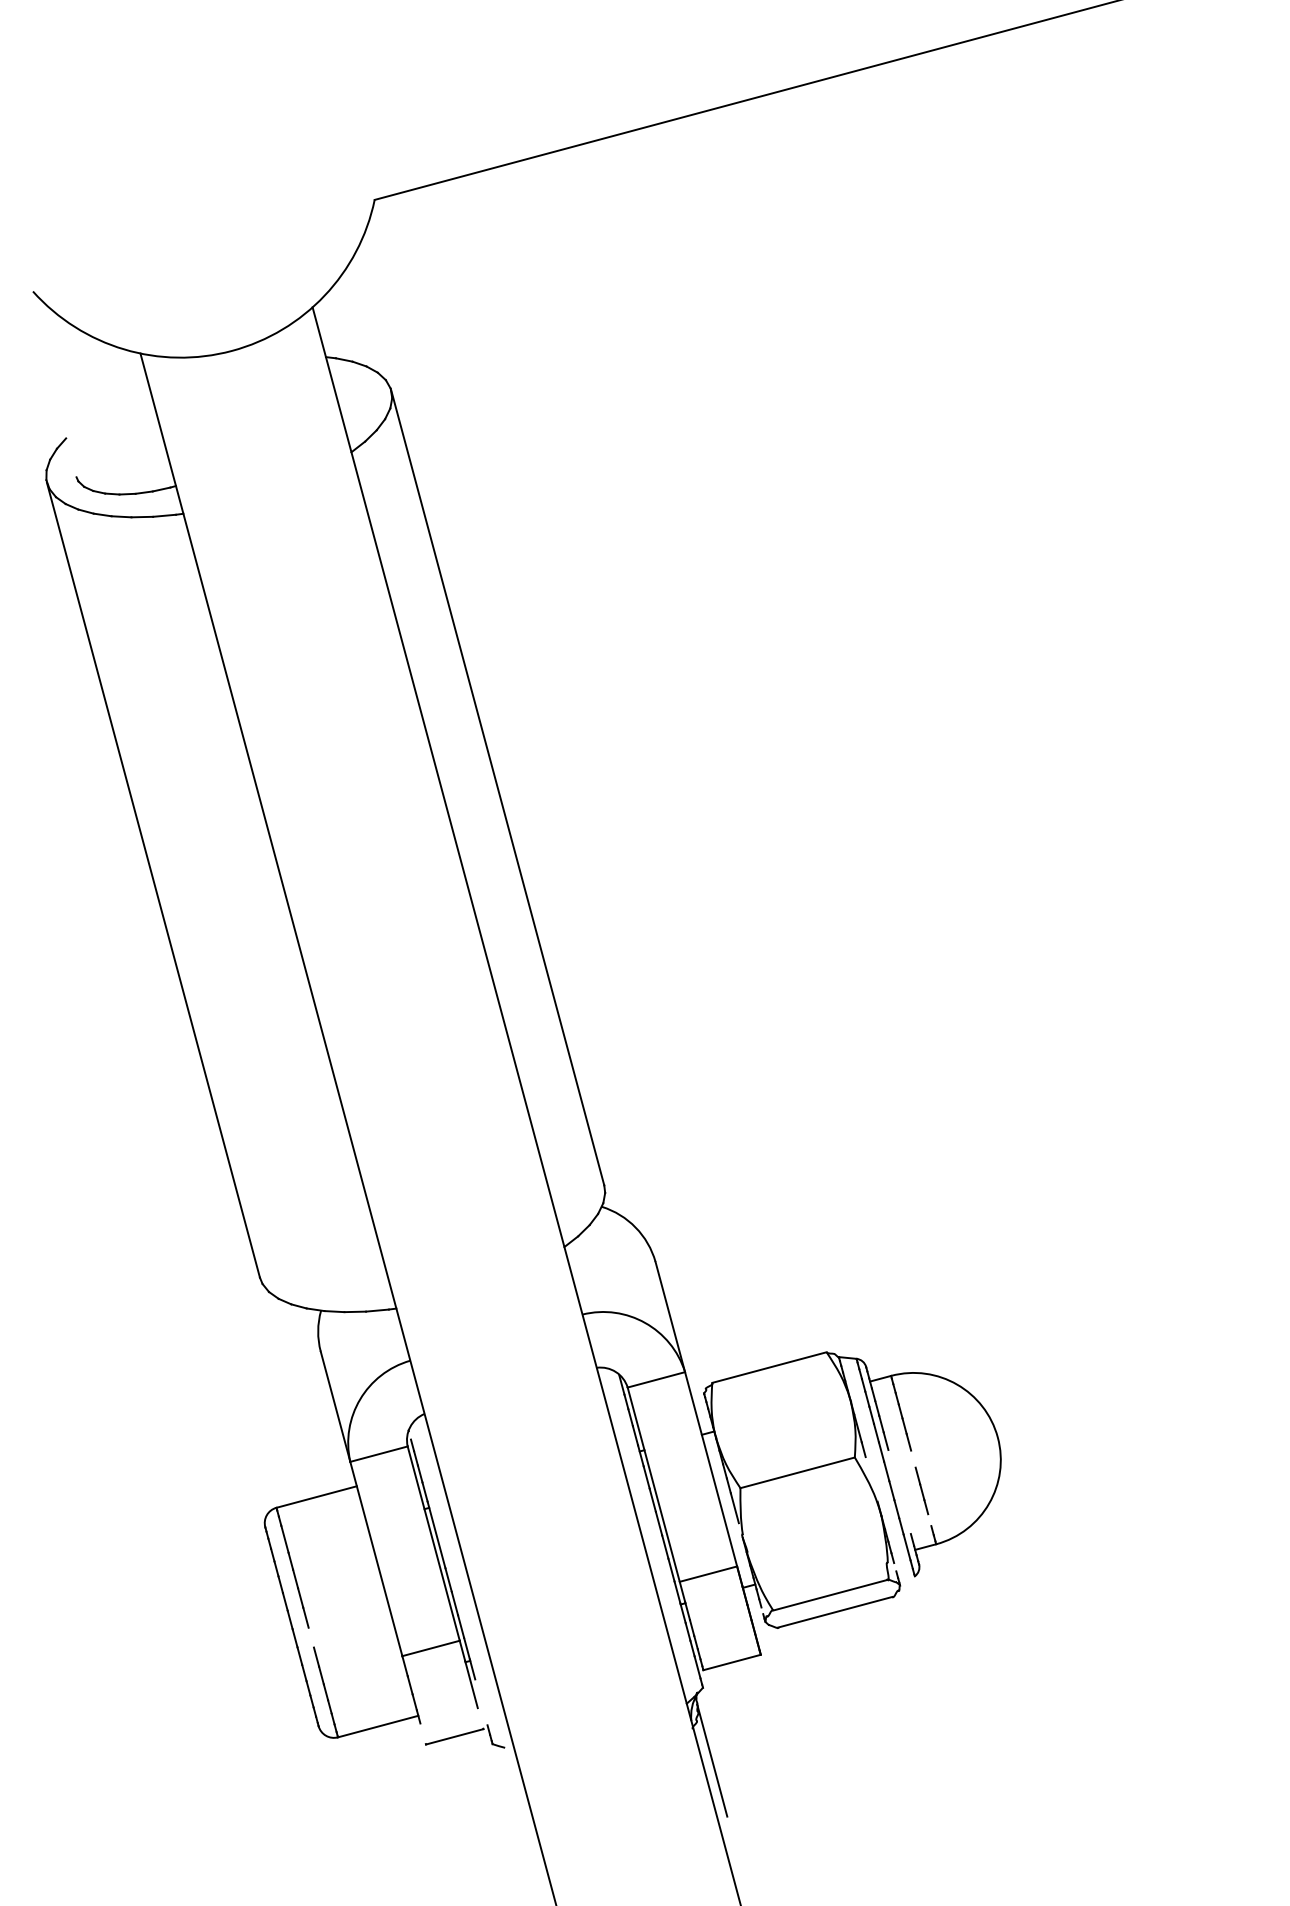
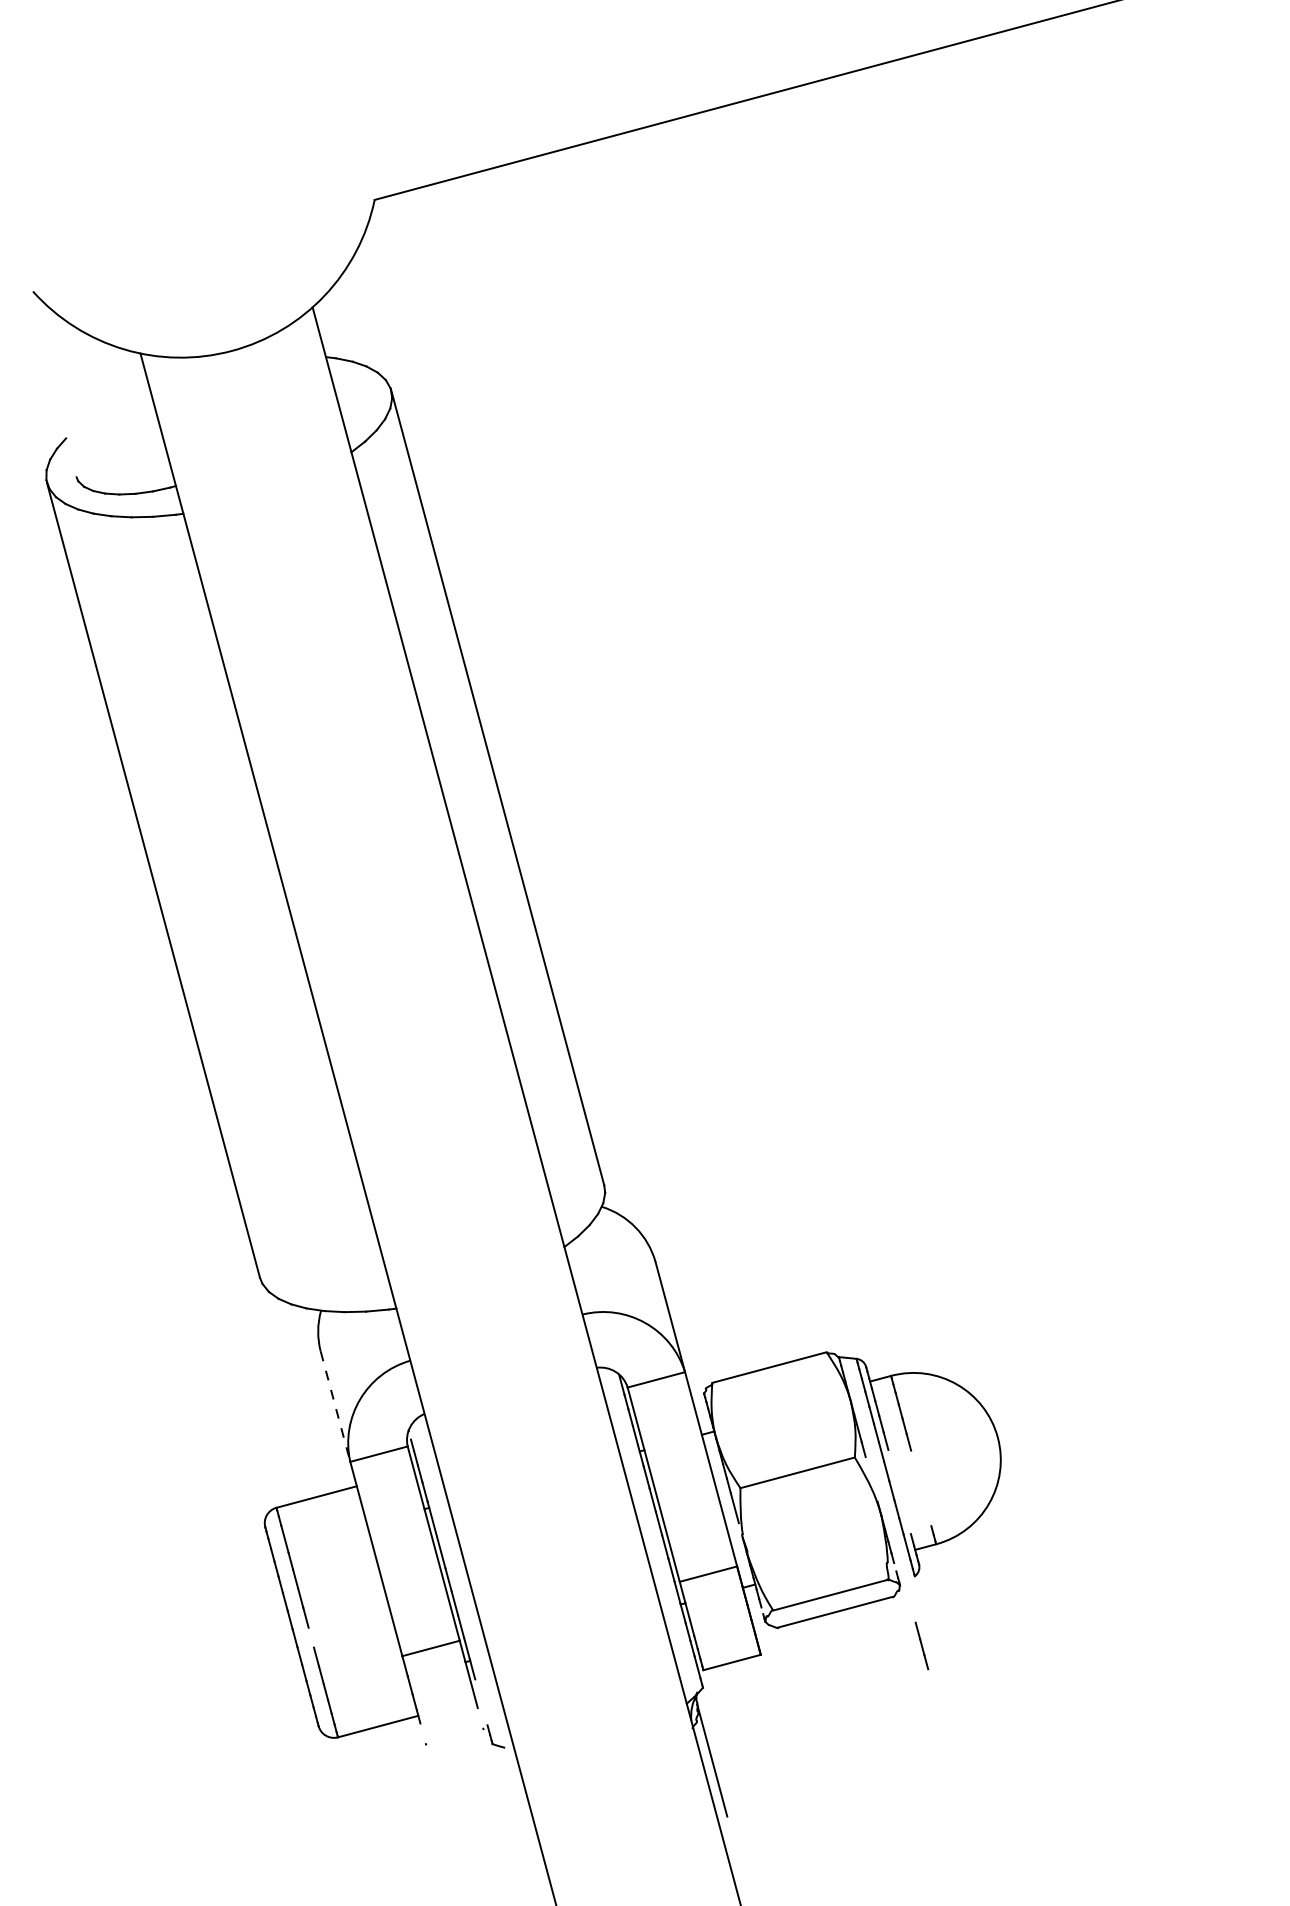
line at (335, 1407): solid -> dashed
line at (921, 1490) position: (921, 1490) -> (921, 1645)
line at (454, 1736): present -> none
